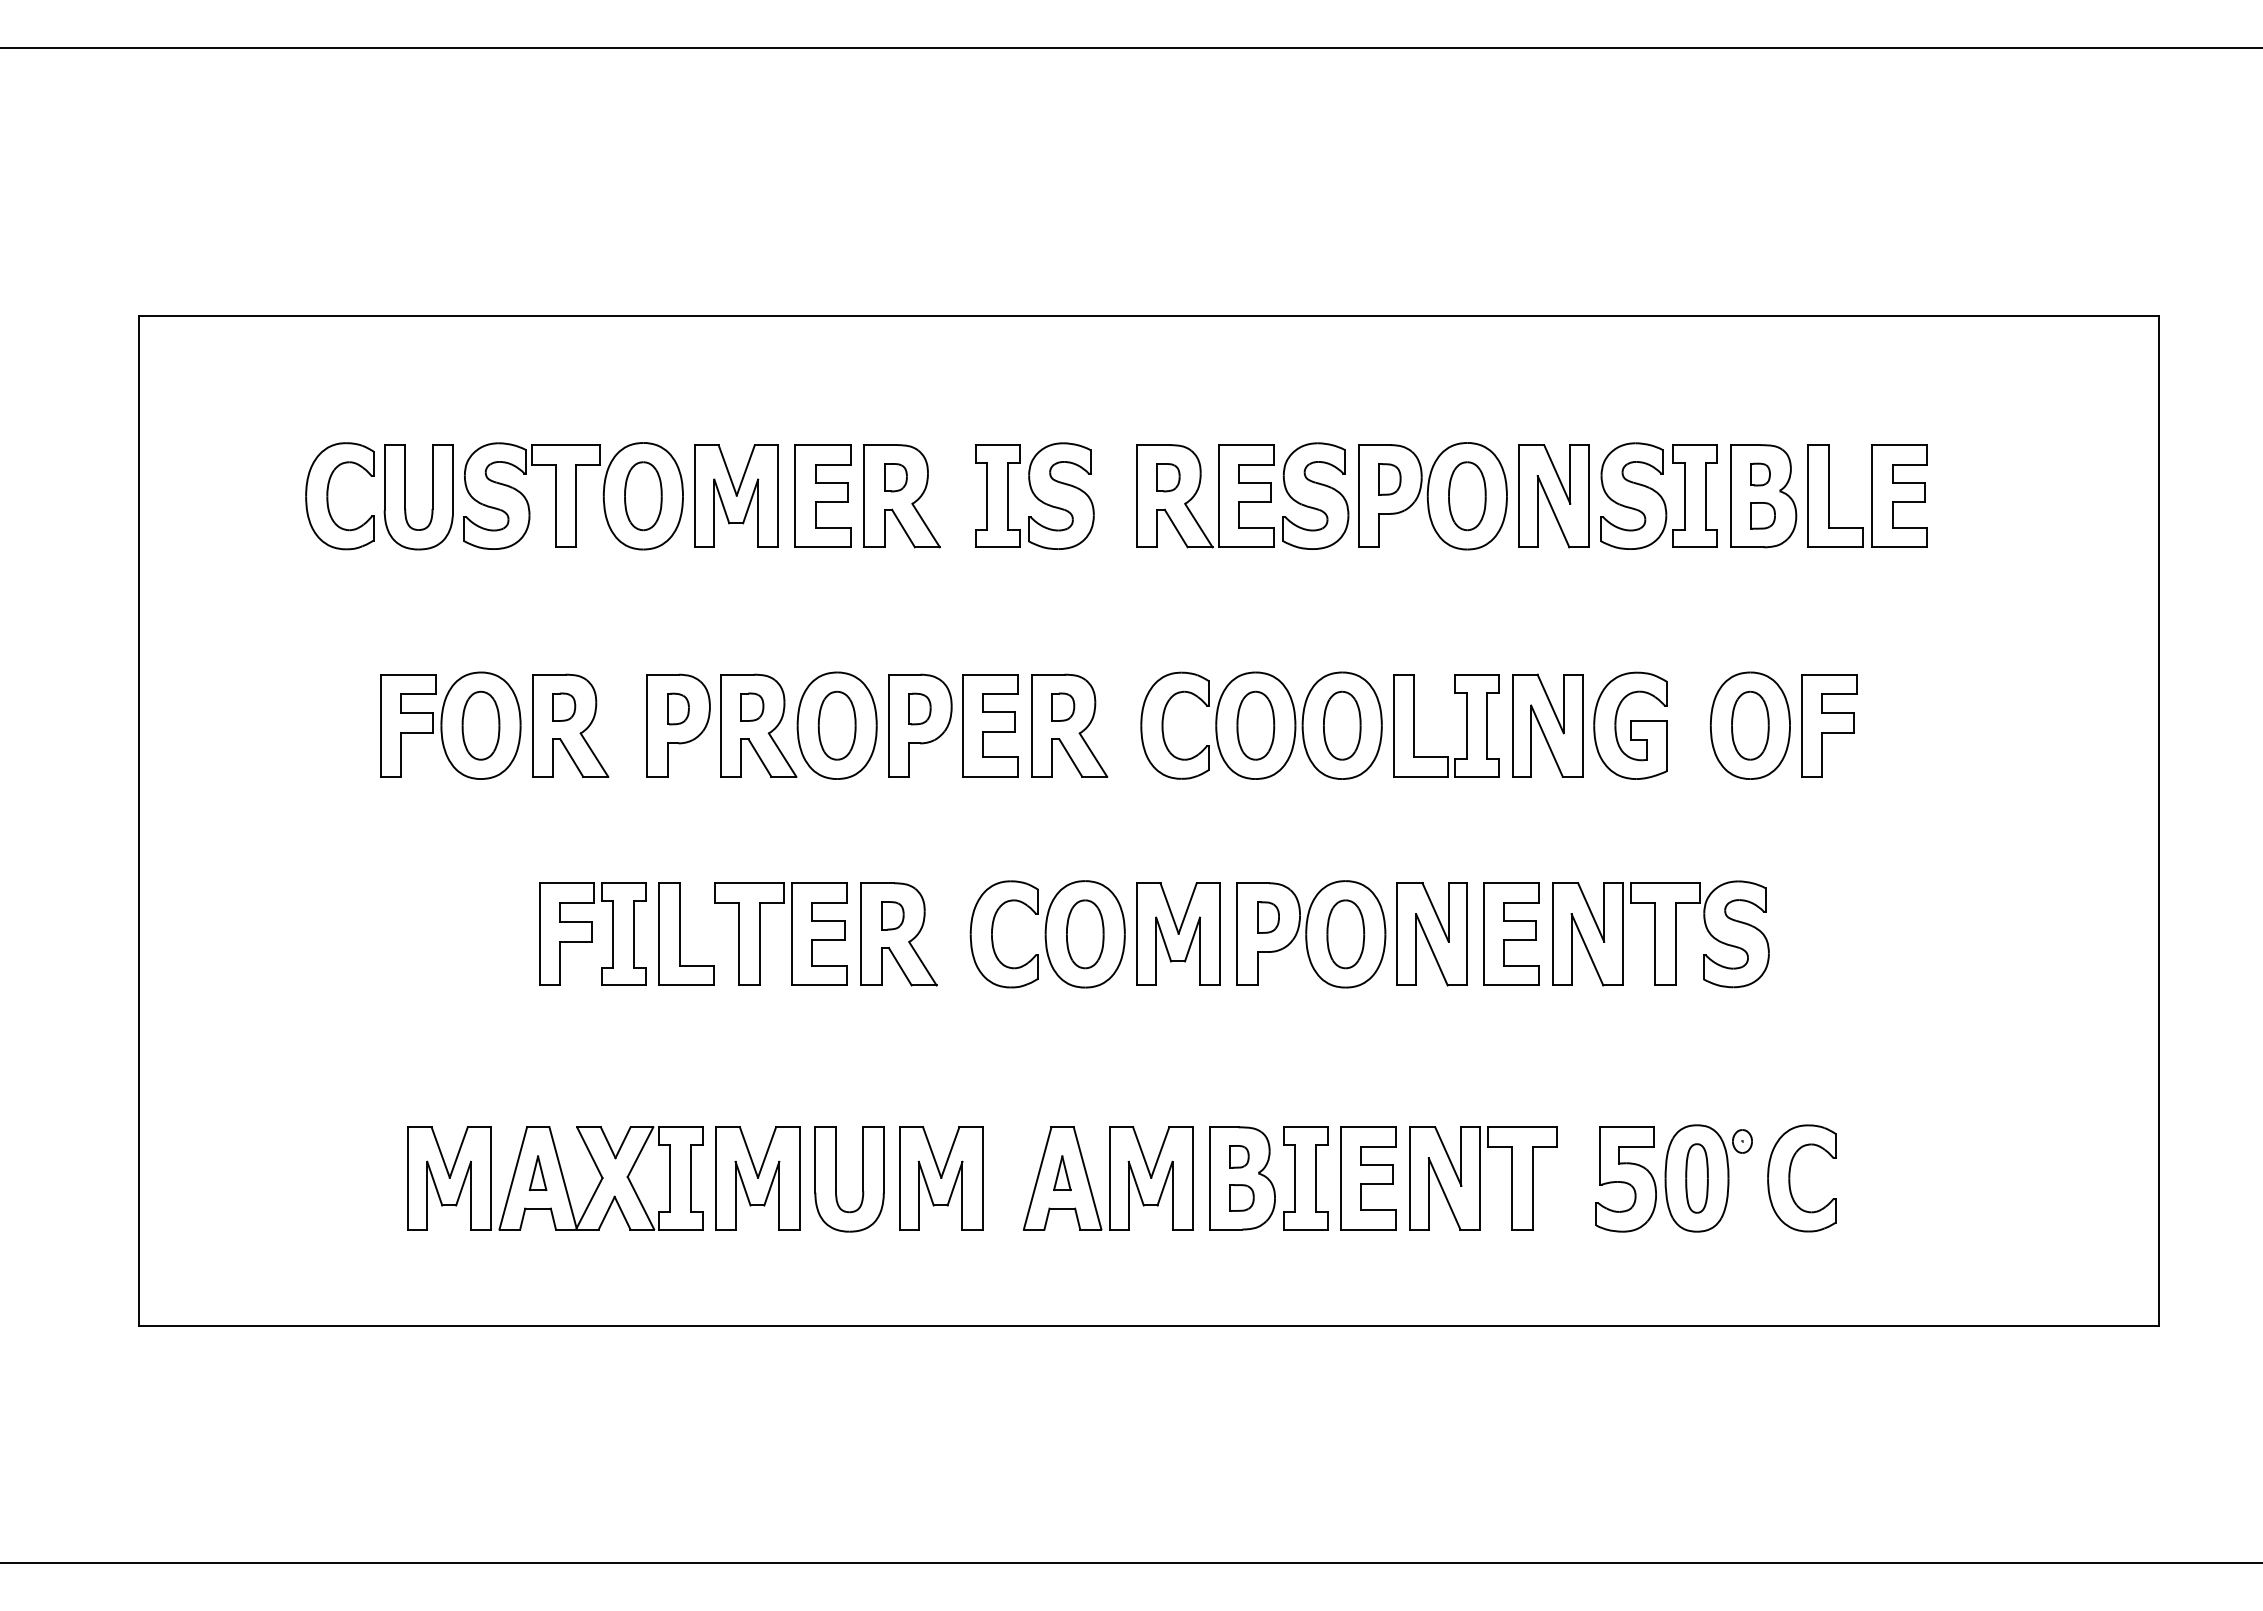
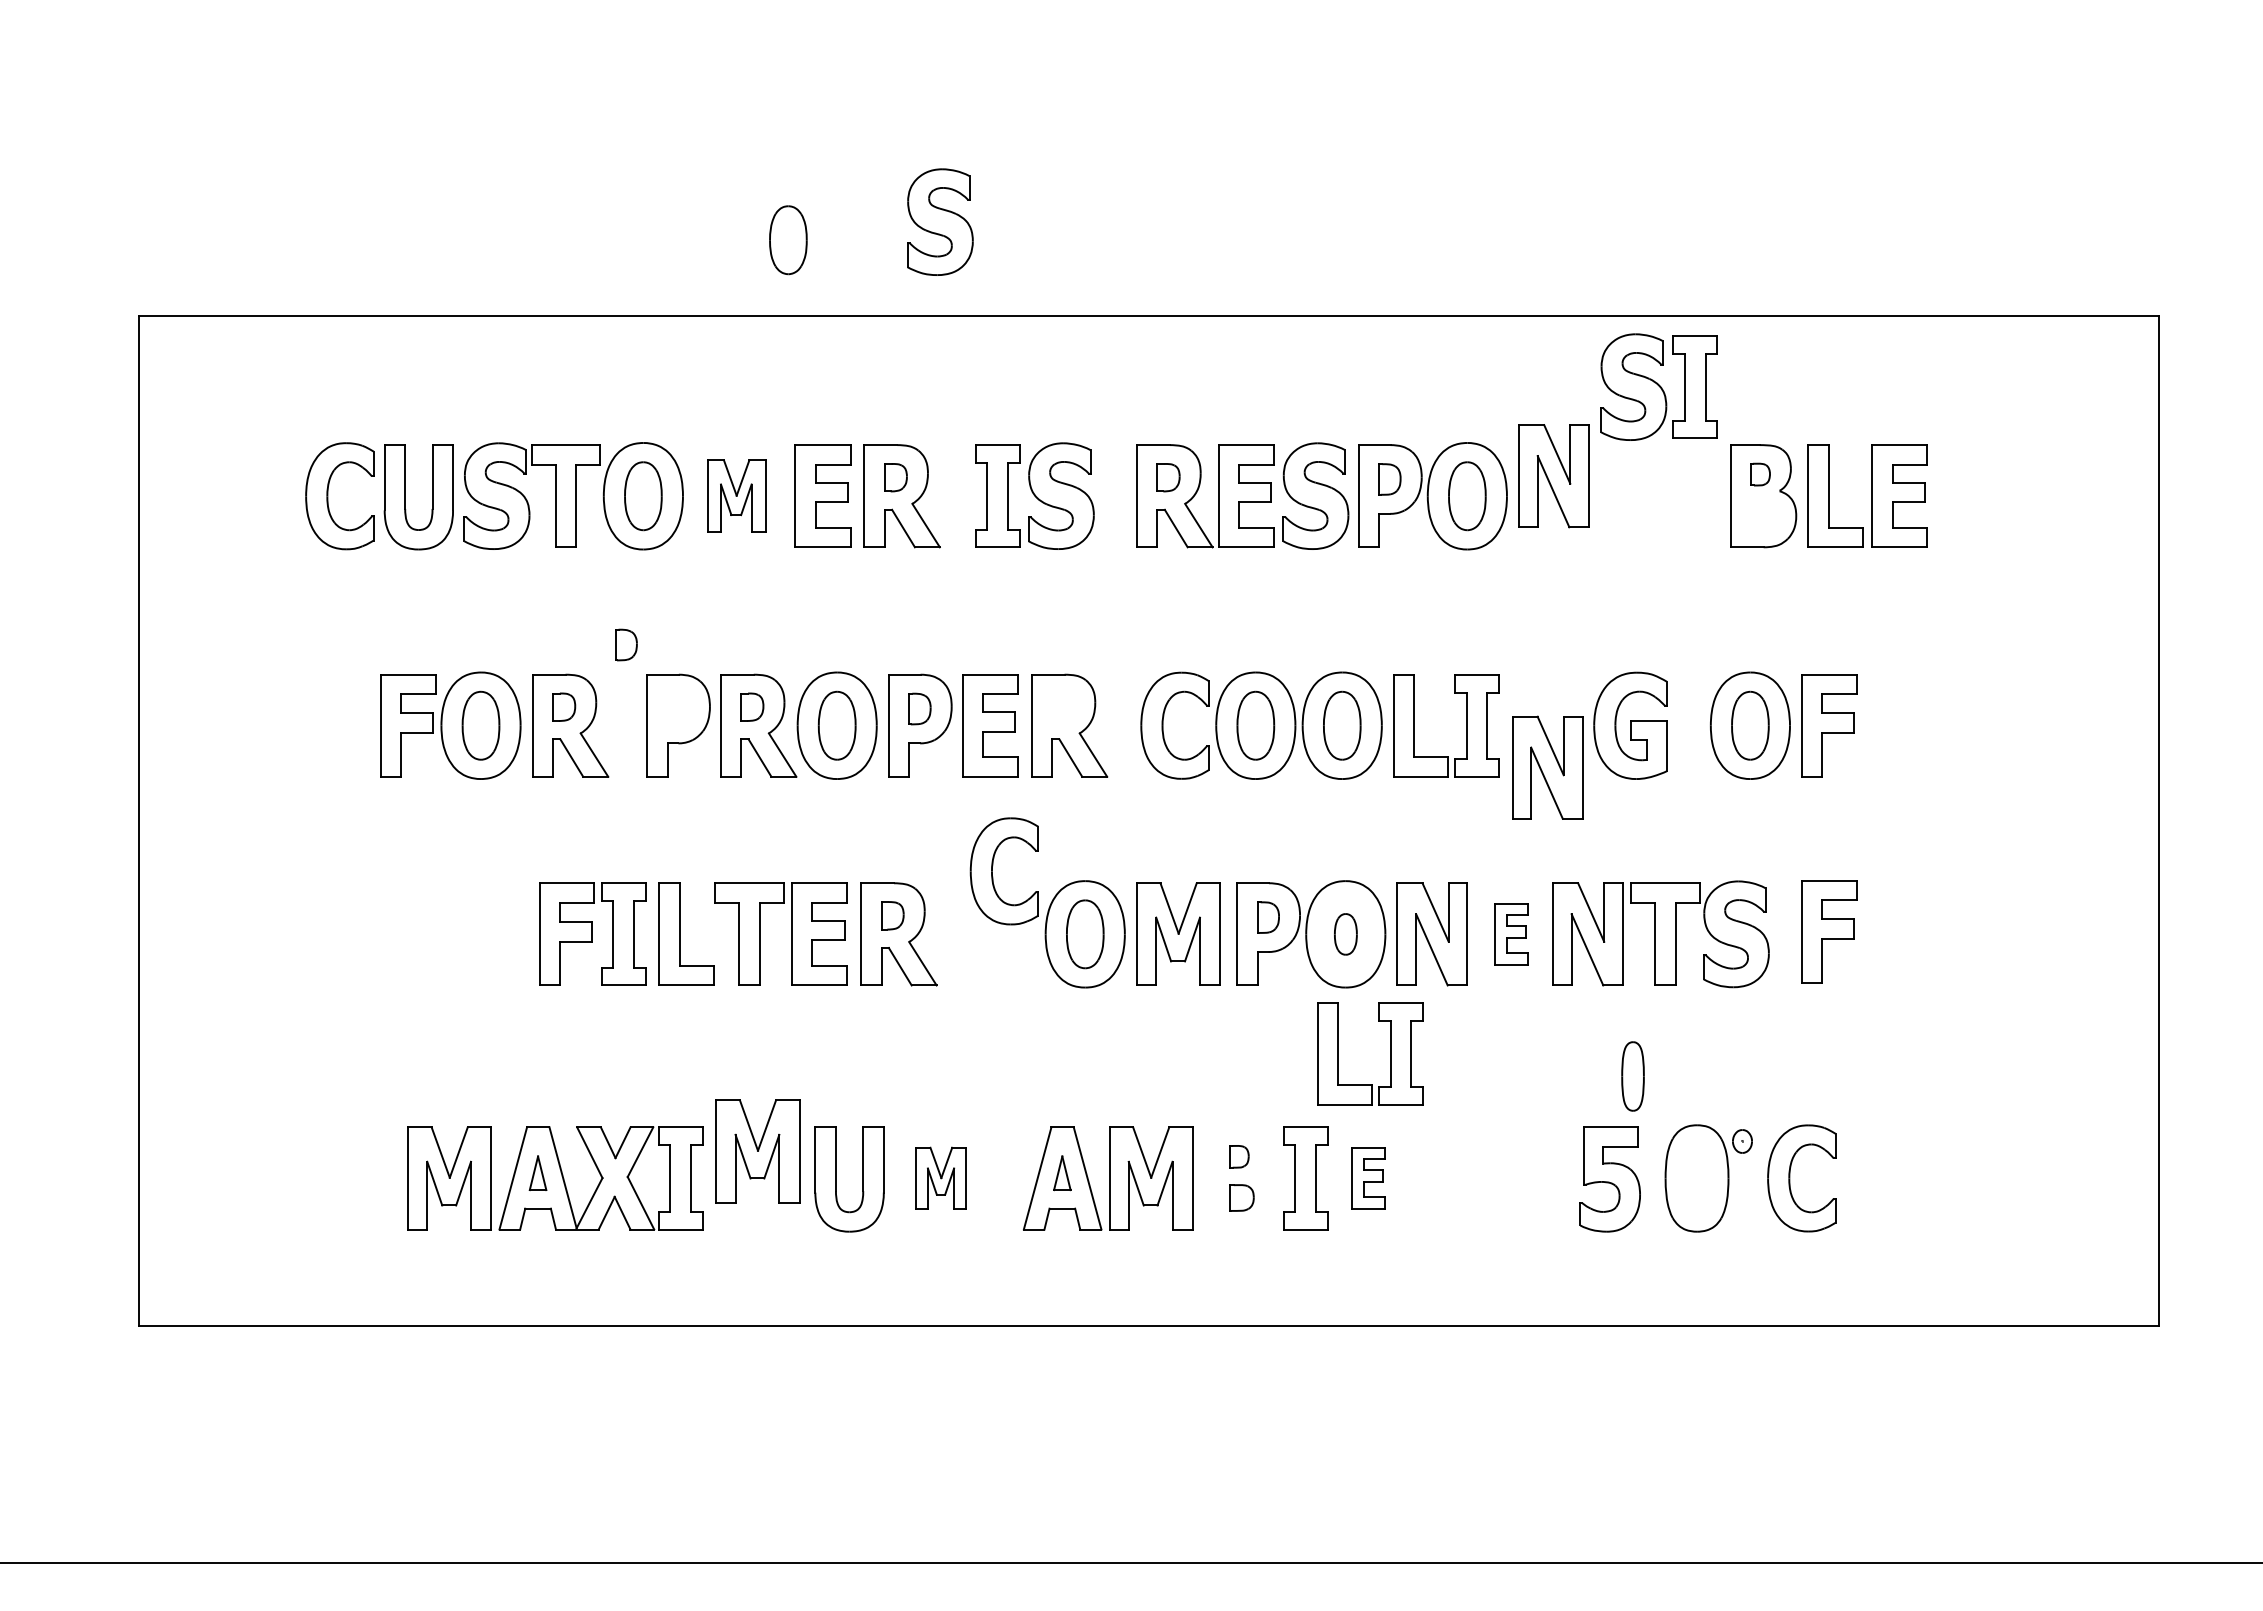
line at (1130, 48): present -> none
part at (940, 221): none -> present
part at (788, 240): none -> present
part at (736, 495) size: 85x104 px -> 60x74 px
part at (1658, 495) position: (1658, 495) -> (1658, 386)
part at (1553, 496) position: (1553, 496) -> (1553, 476)
part at (1762, 515): present -> none
part at (1063, 706): present -> none
part at (678, 708) position: (678, 708) -> (626, 644)
part at (1547, 725) position: (1547, 725) -> (1547, 767)
part at (1829, 931): none -> present
part at (1511, 933) size: 57x104 px -> 35x63 px
part at (992, 934) position: (992, 934) -> (992, 871)
part at (1345, 934) size: 40x71 px -> 24x43 px
part at (1390, 1053): none -> present
part at (757, 1178) position: (757, 1178) -> (757, 1151)
part at (941, 1178) size: 85x105 px -> 52x64 px
part at (1242, 1178): present -> none
part at (1368, 1178) size: 57x105 px -> 35x63 px
part at (1483, 1178): present -> none
part at (1696, 1178) position: (1696, 1178) -> (1632, 1076)
part at (1625, 1179) position: (1625, 1179) -> (1609, 1179)
